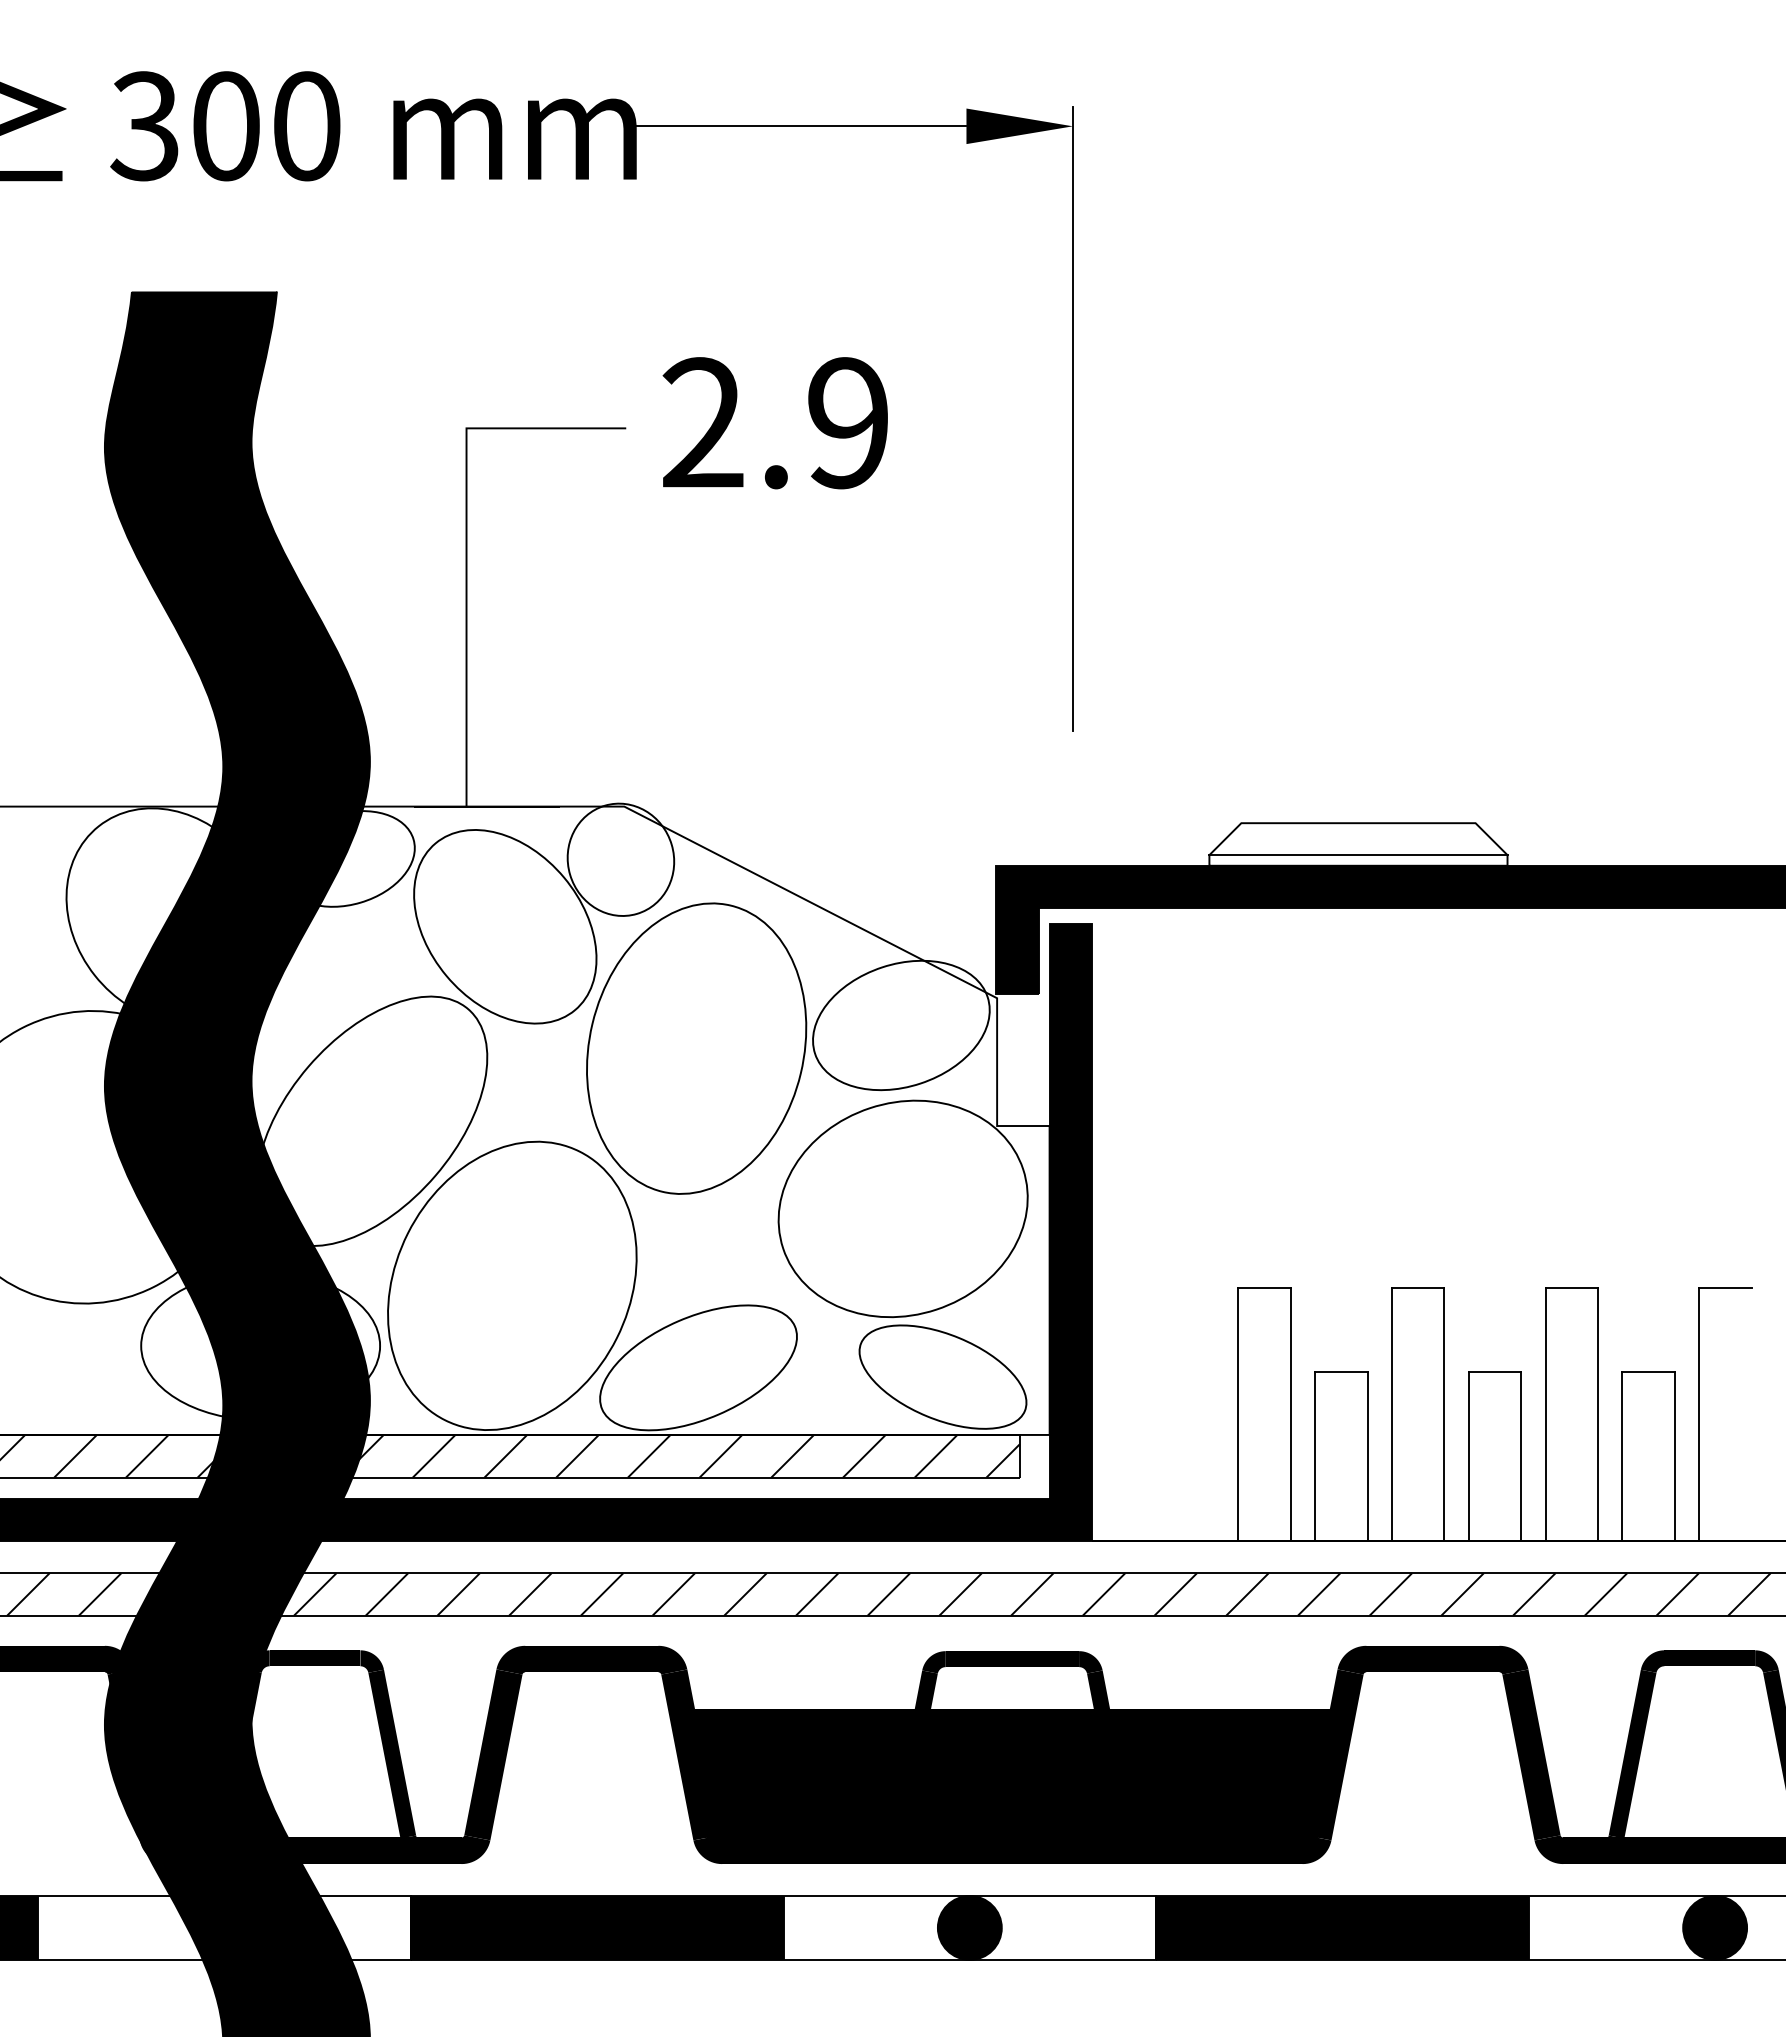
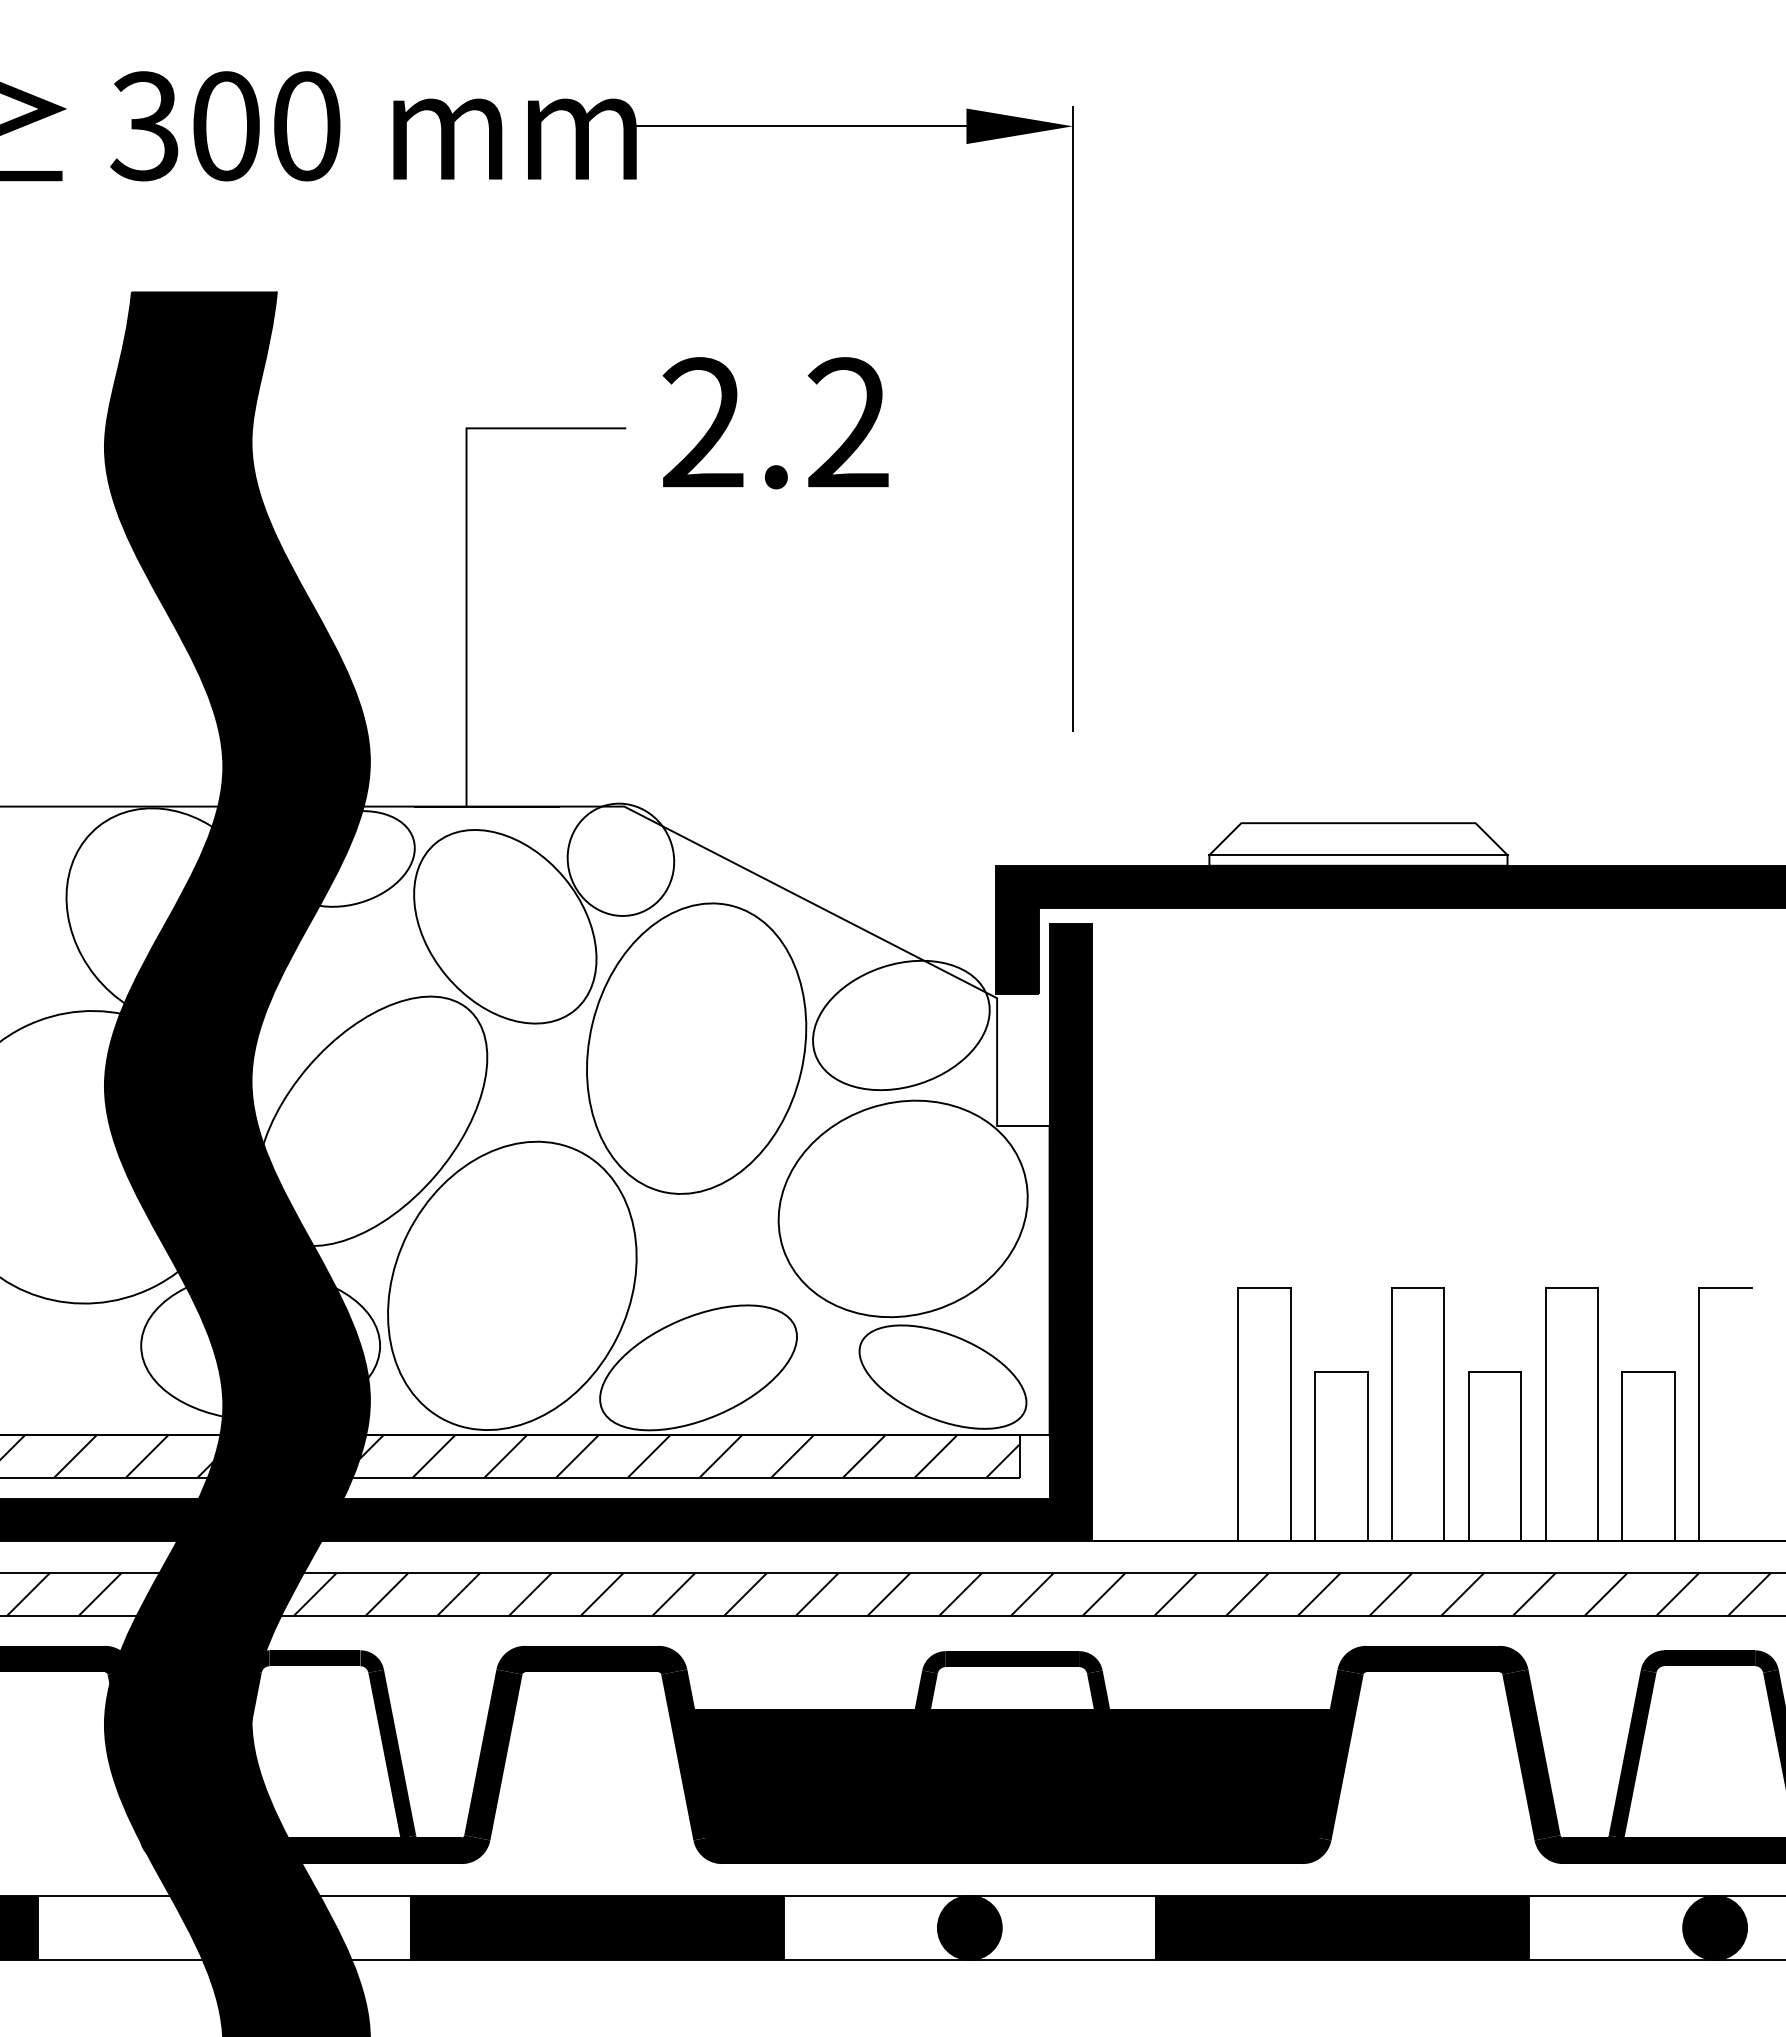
text at (847, 423): 2.9 -> 2.2
